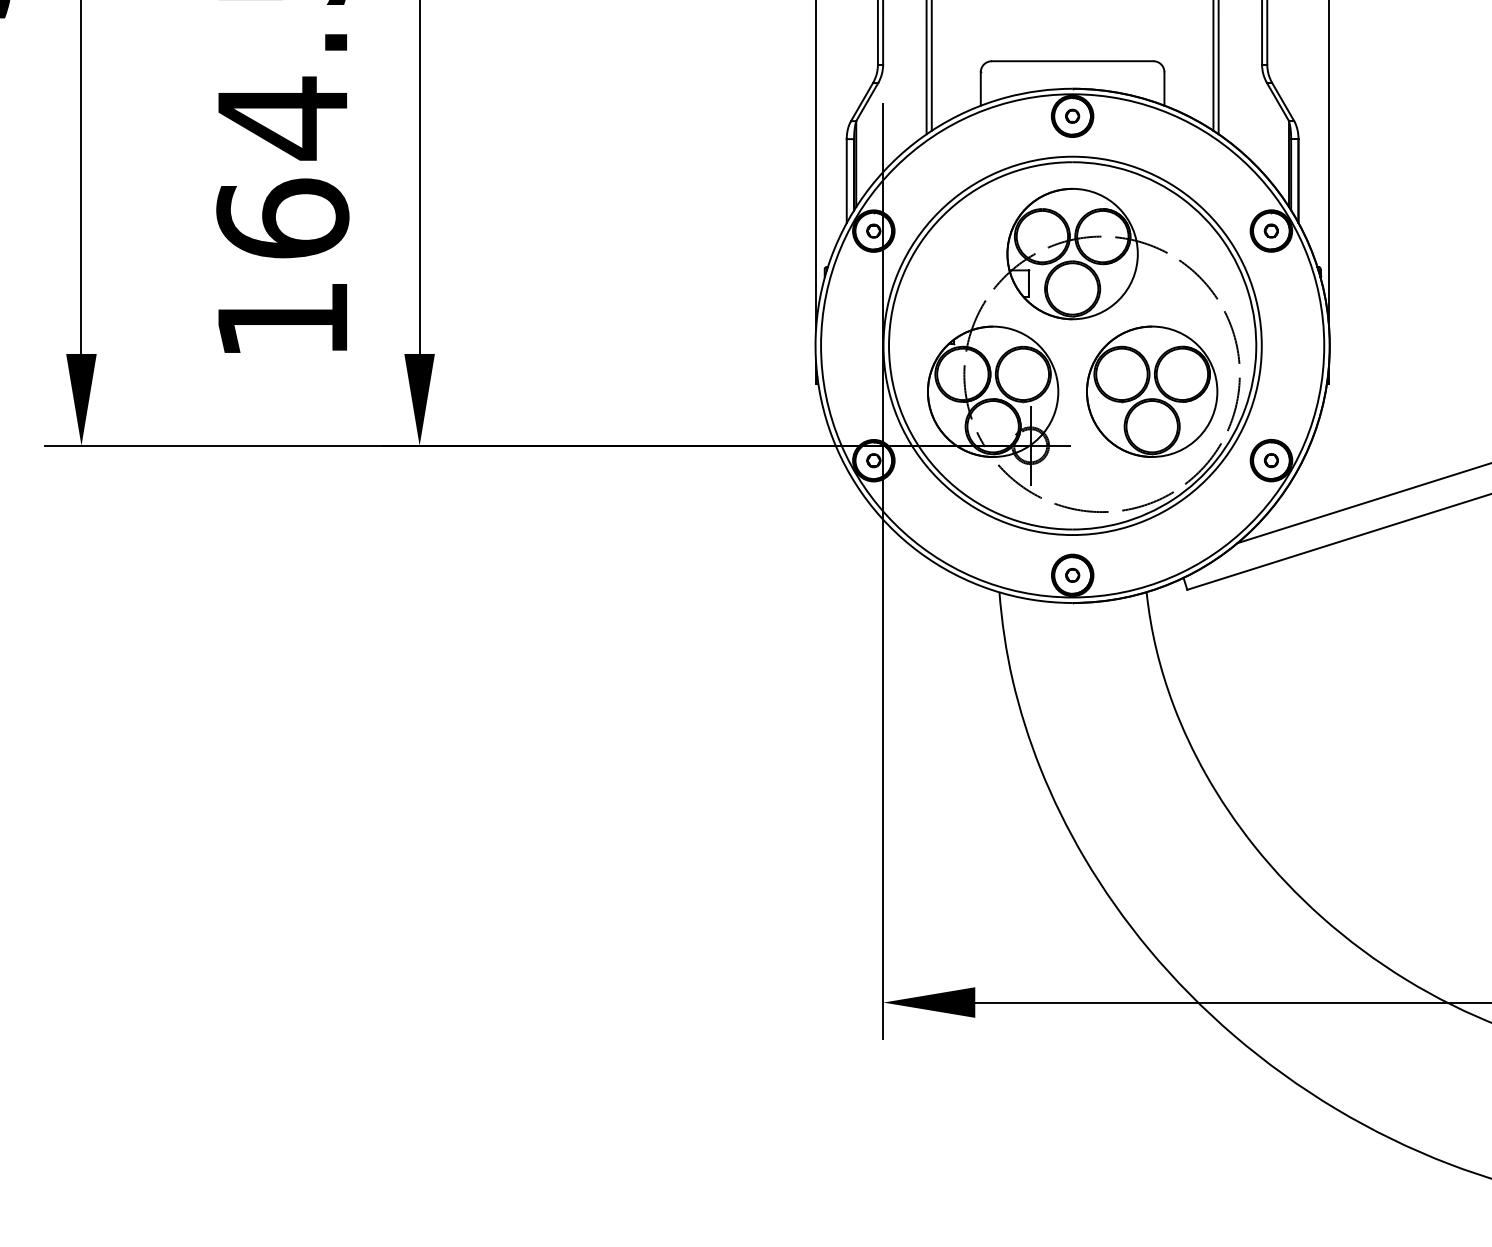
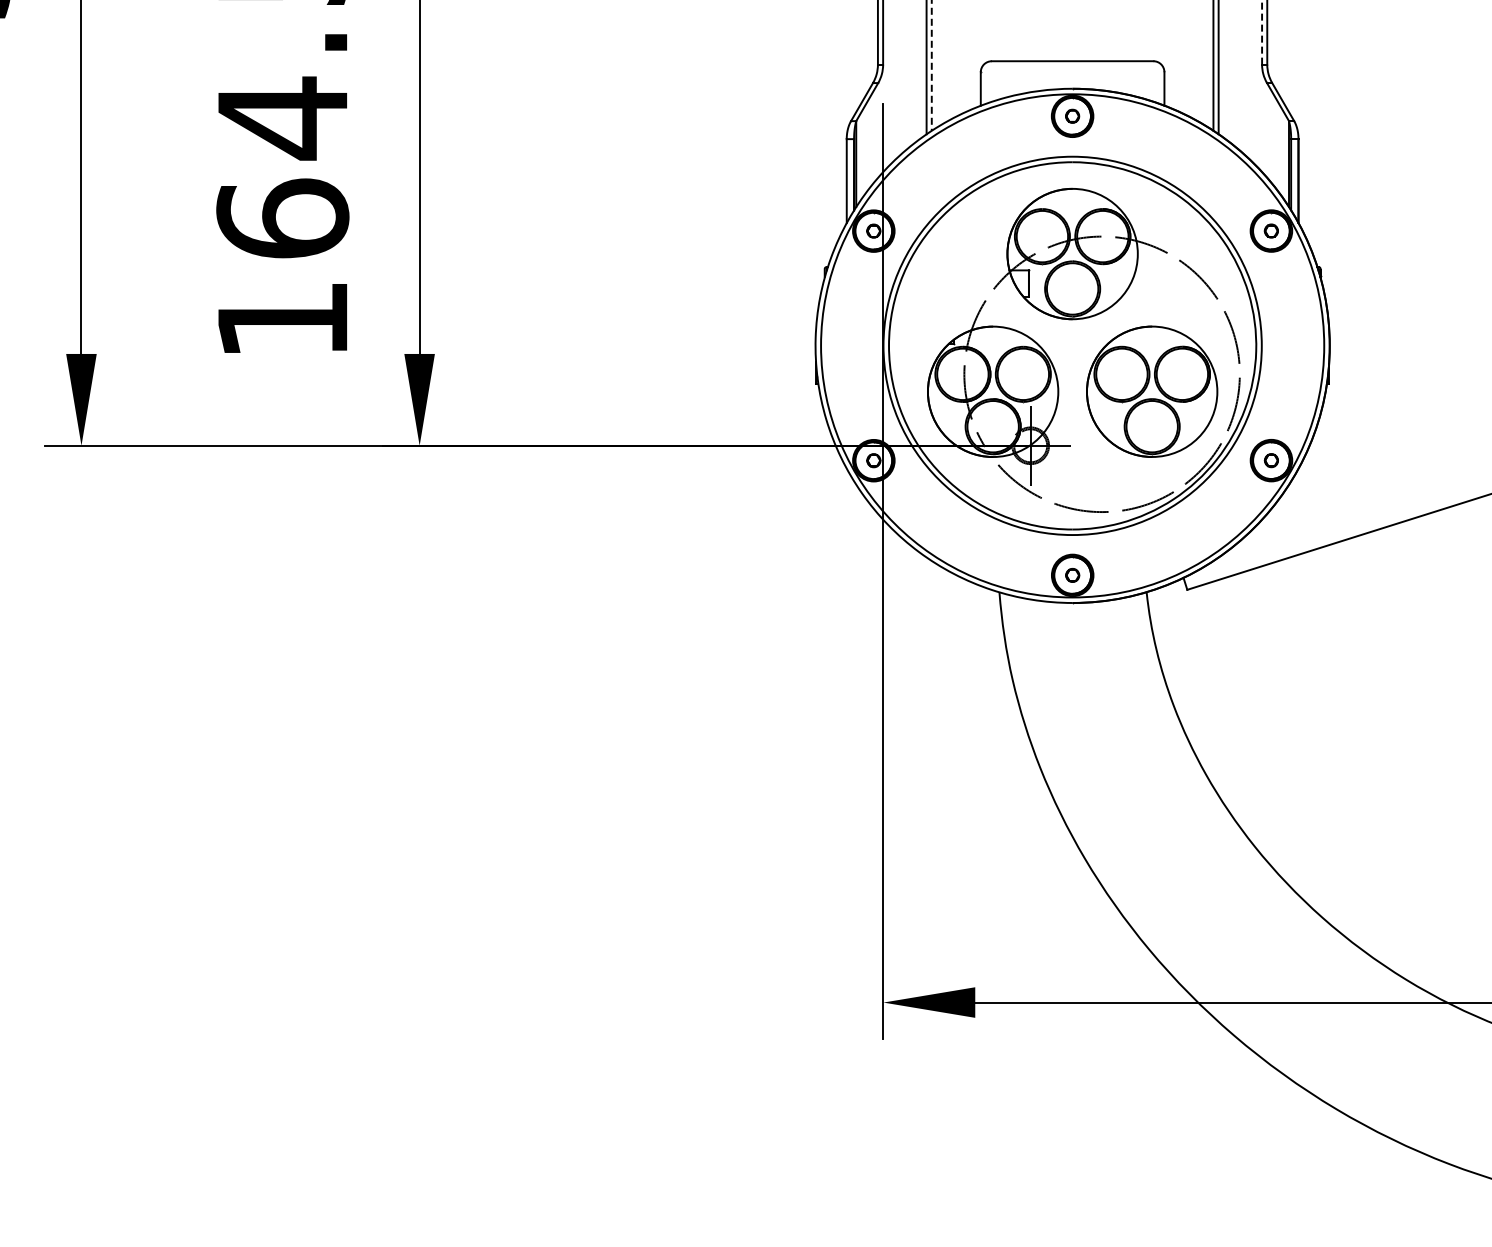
line at (1262, 32): solid -> dashed
line at (931, 66): solid -> dashed
line at (816, 165): present -> none
line at (1329, 165): present -> none
line at (1362, 503): present -> none
